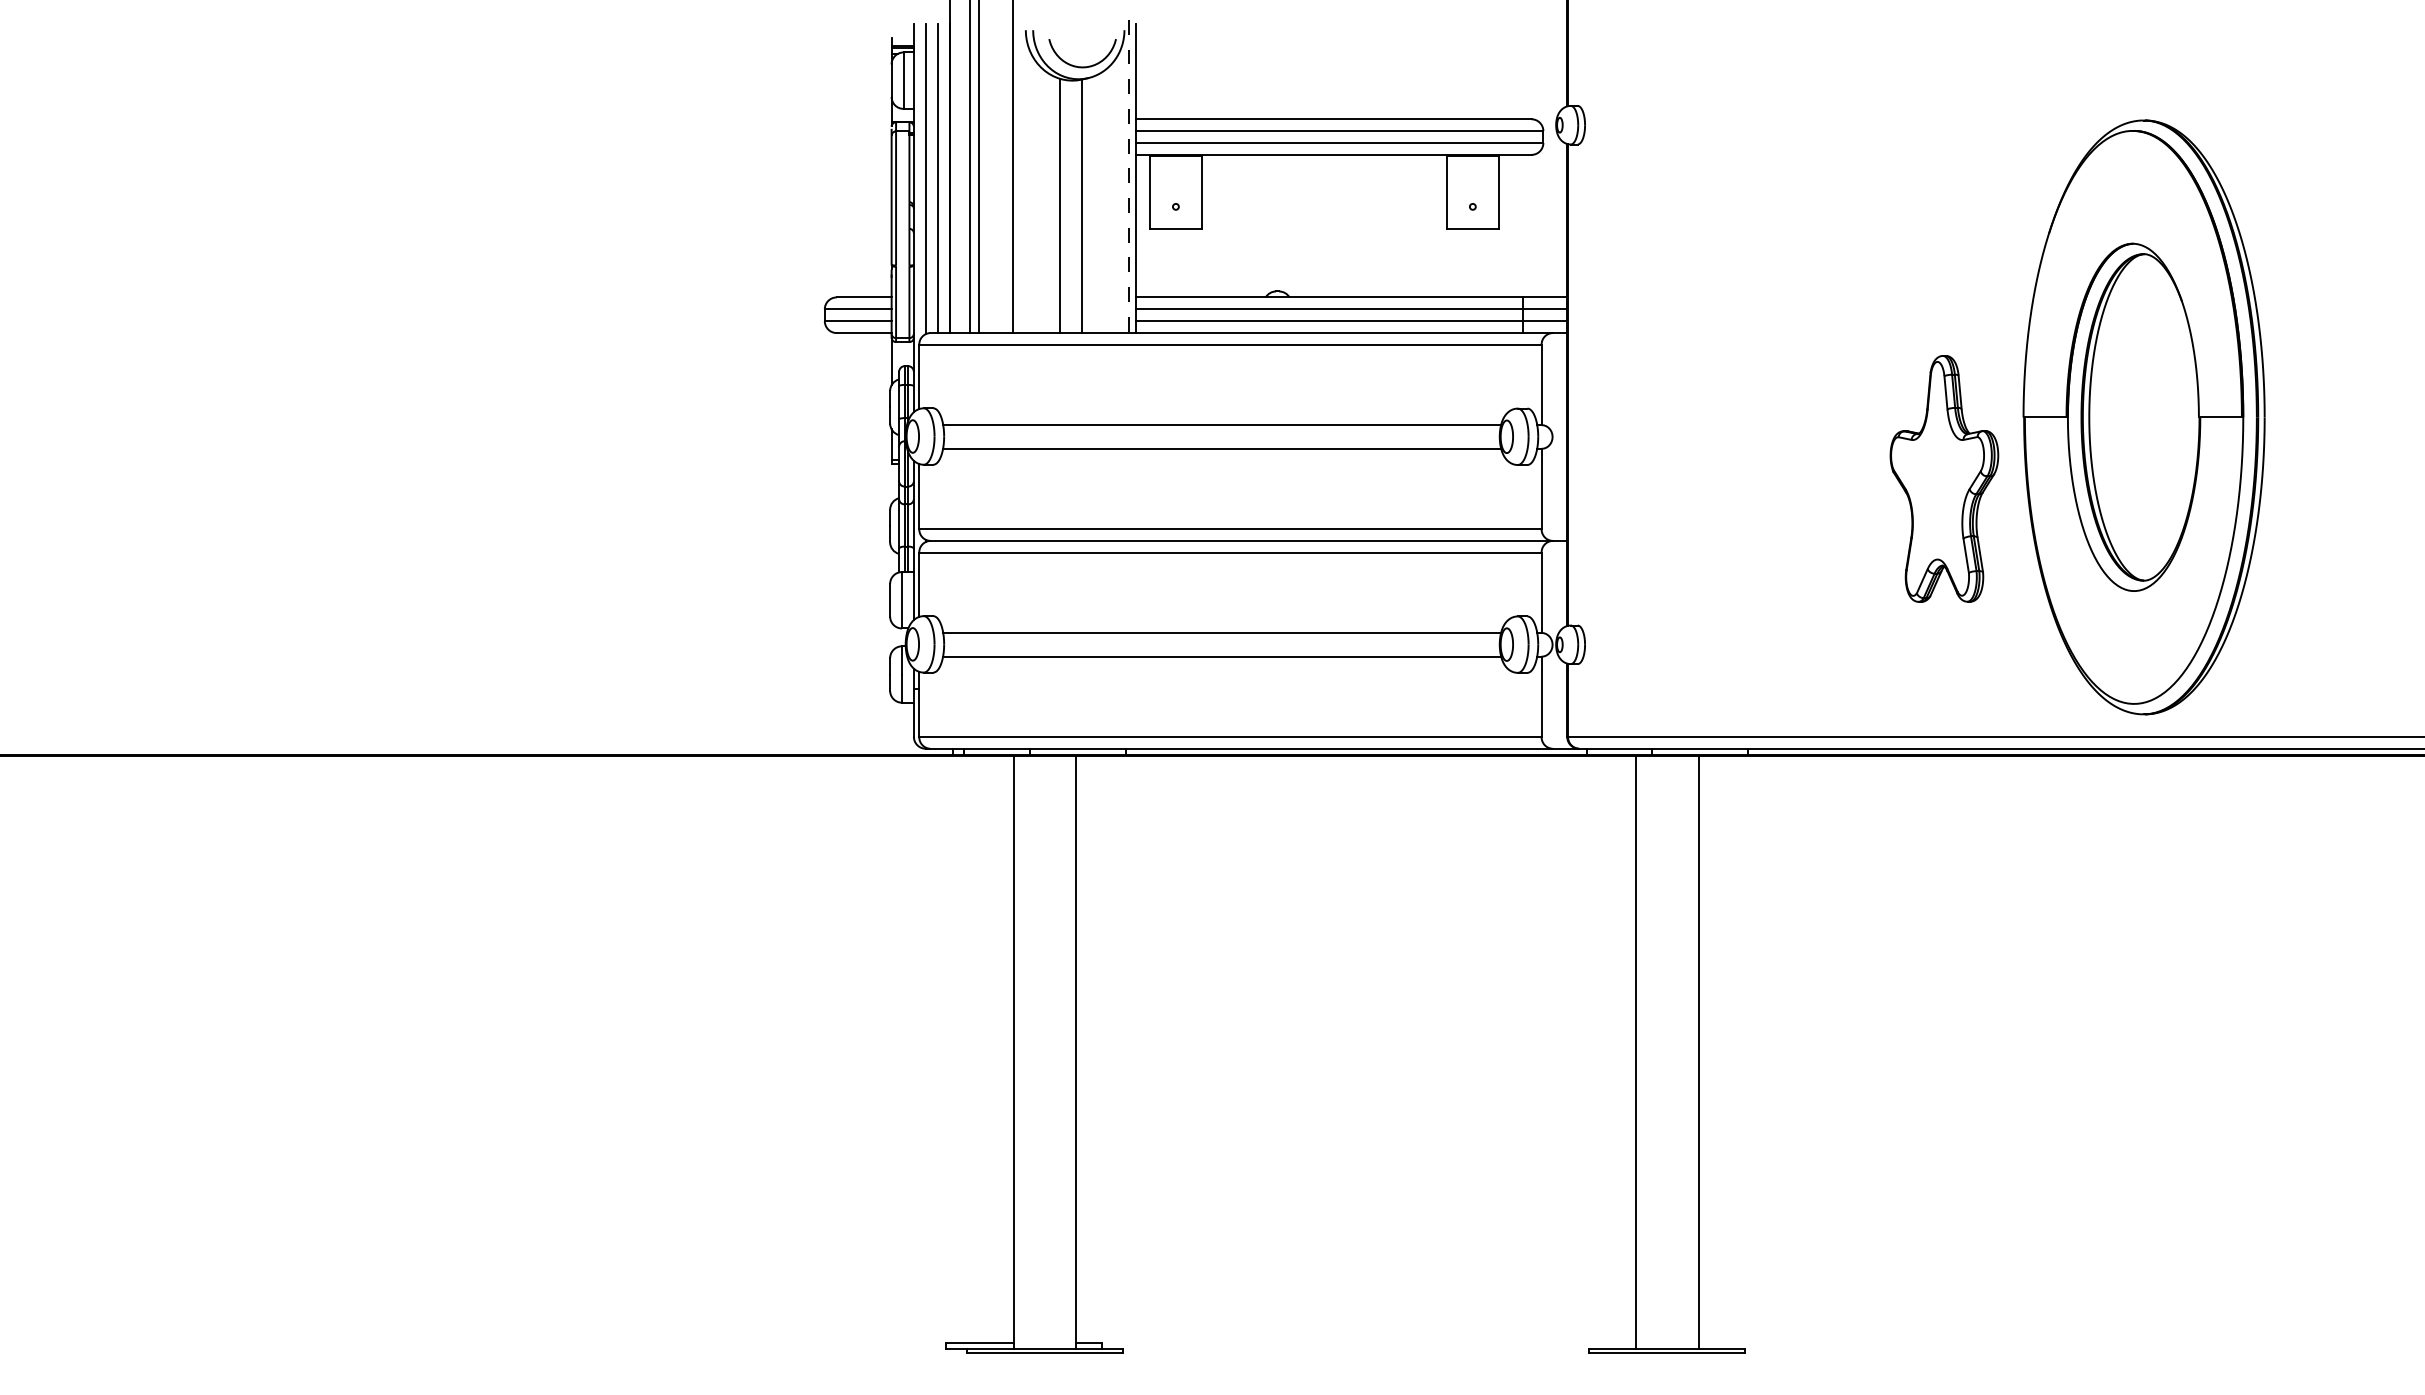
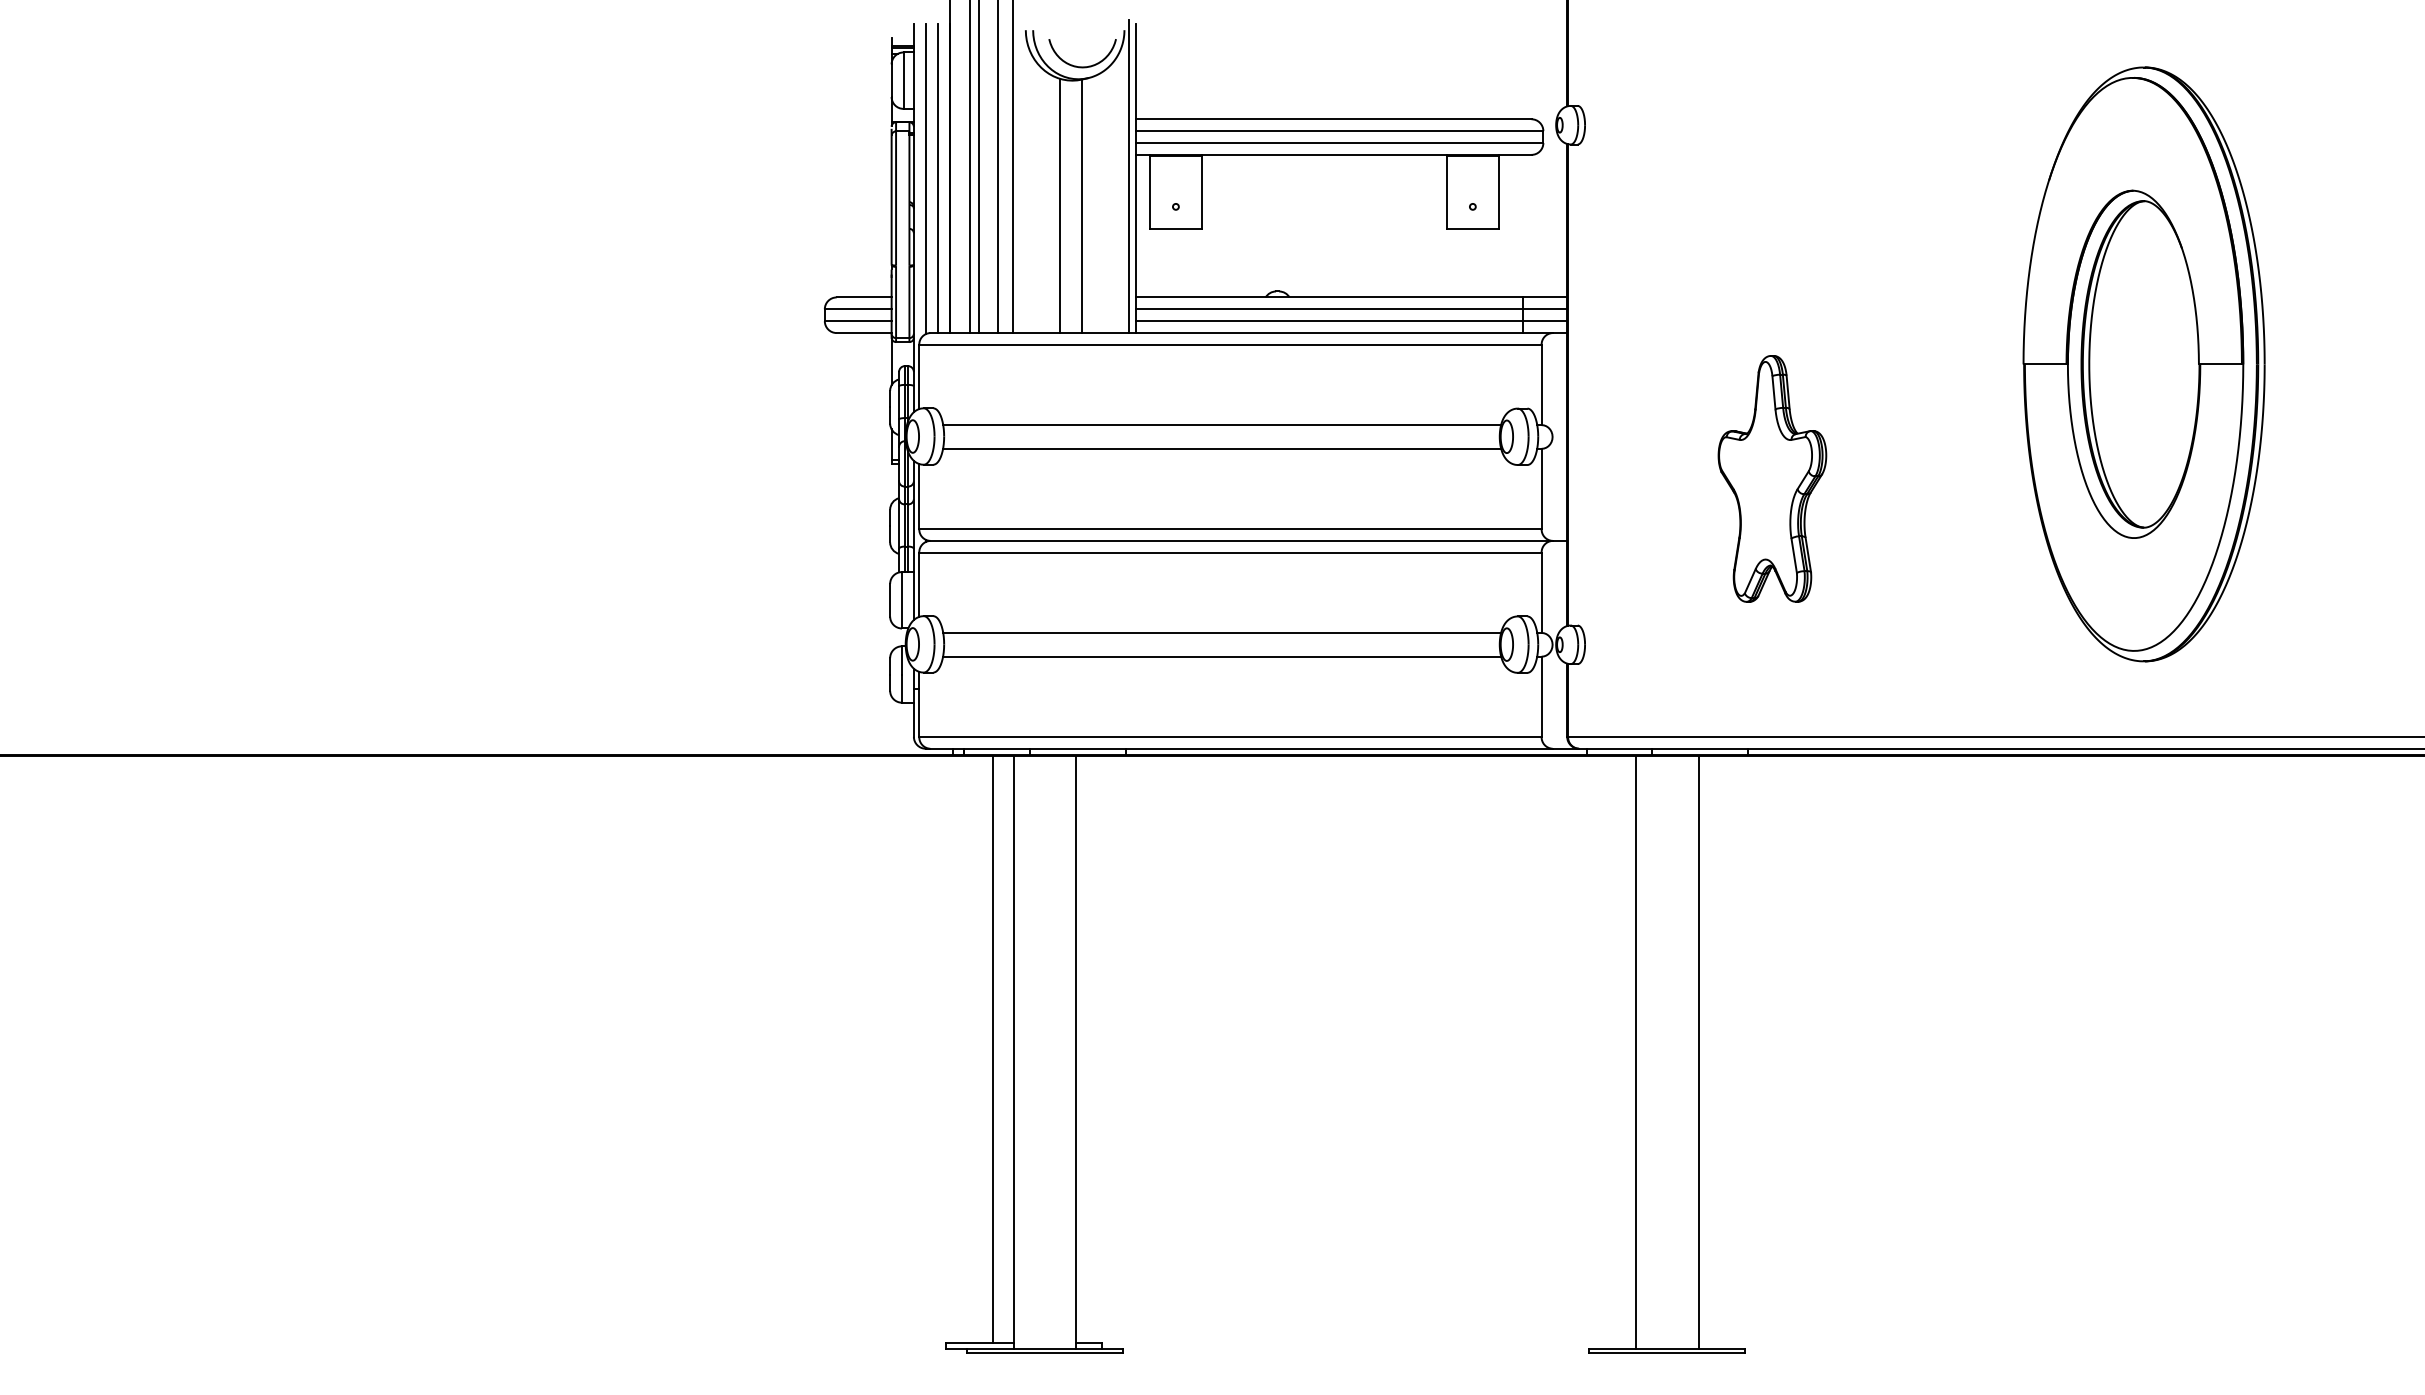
line at (997, 167): none -> present
line at (1128, 176): dashed -> solid
part at (2143, 417) position: (2143, 417) -> (2143, 364)
part at (1944, 478) position: (1944, 478) -> (1772, 478)
line at (992, 1049): none -> present
